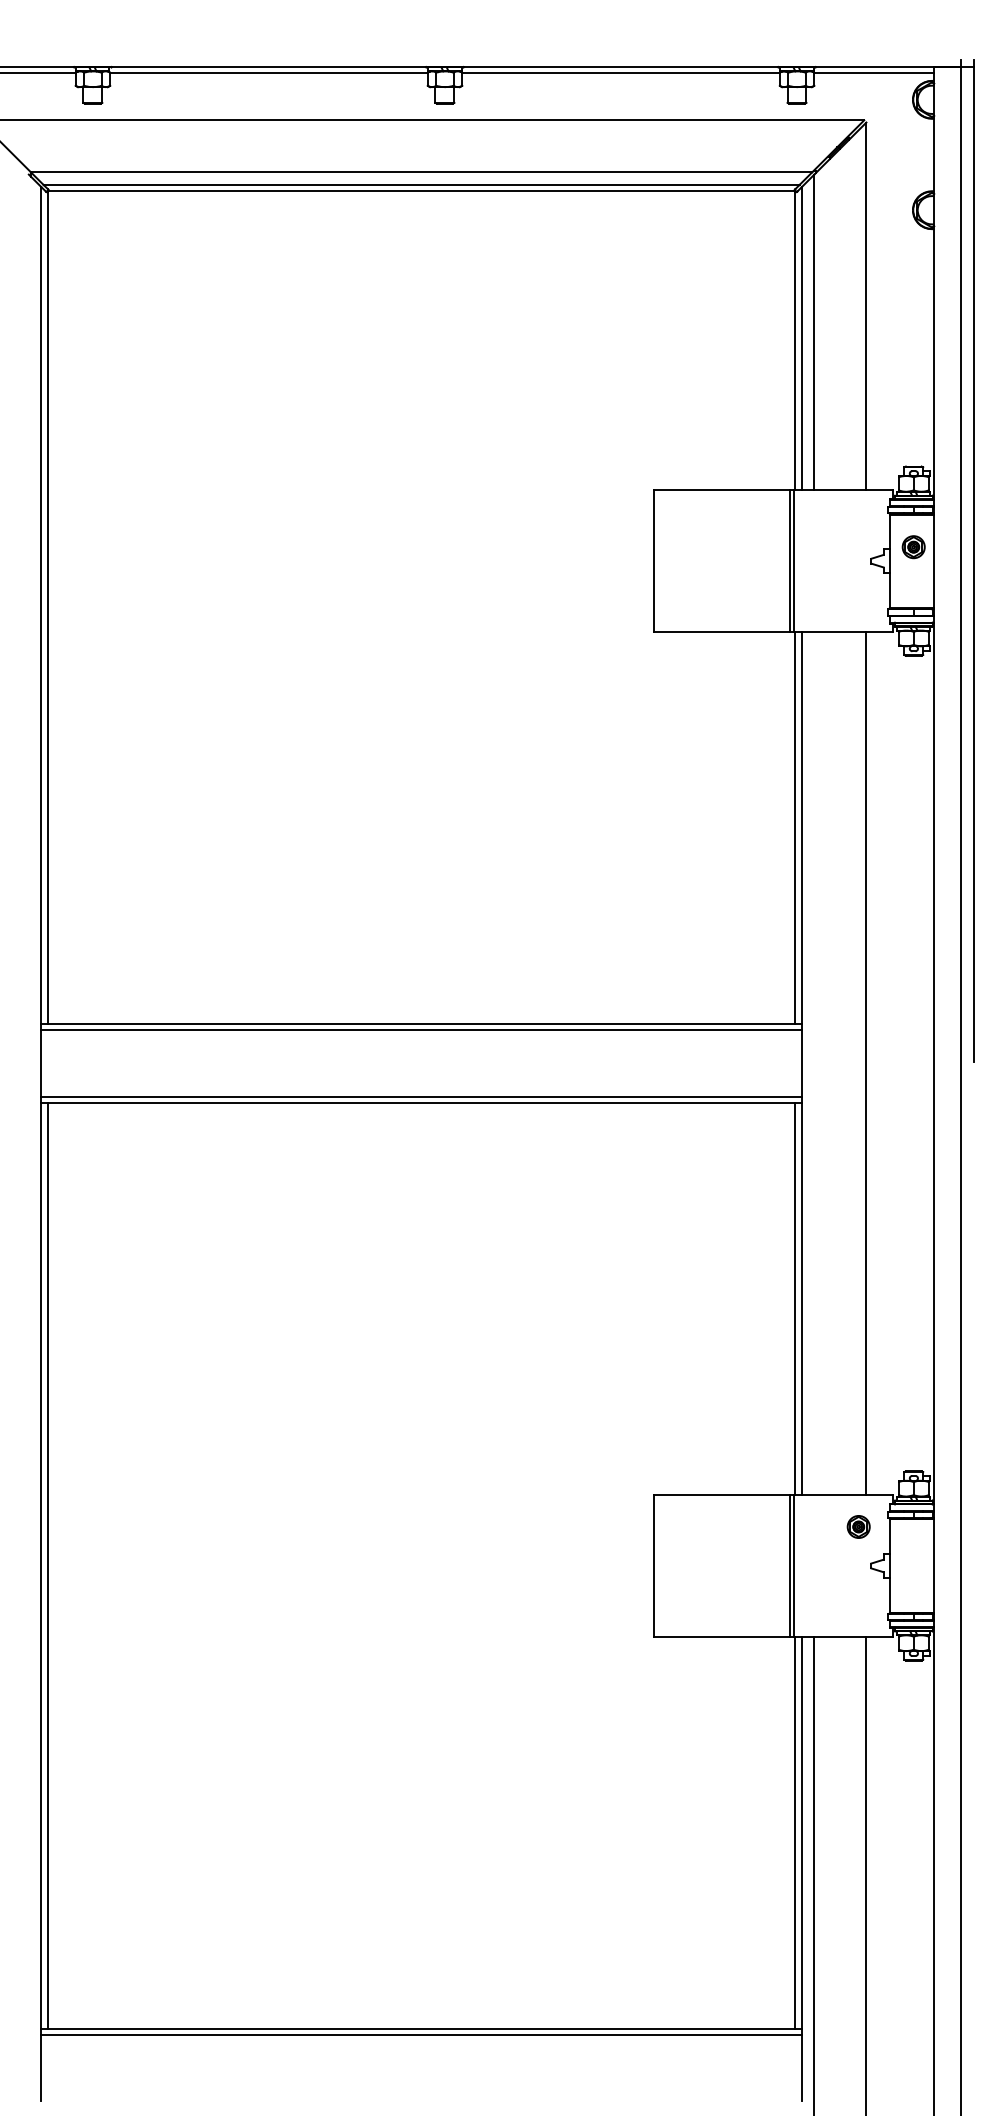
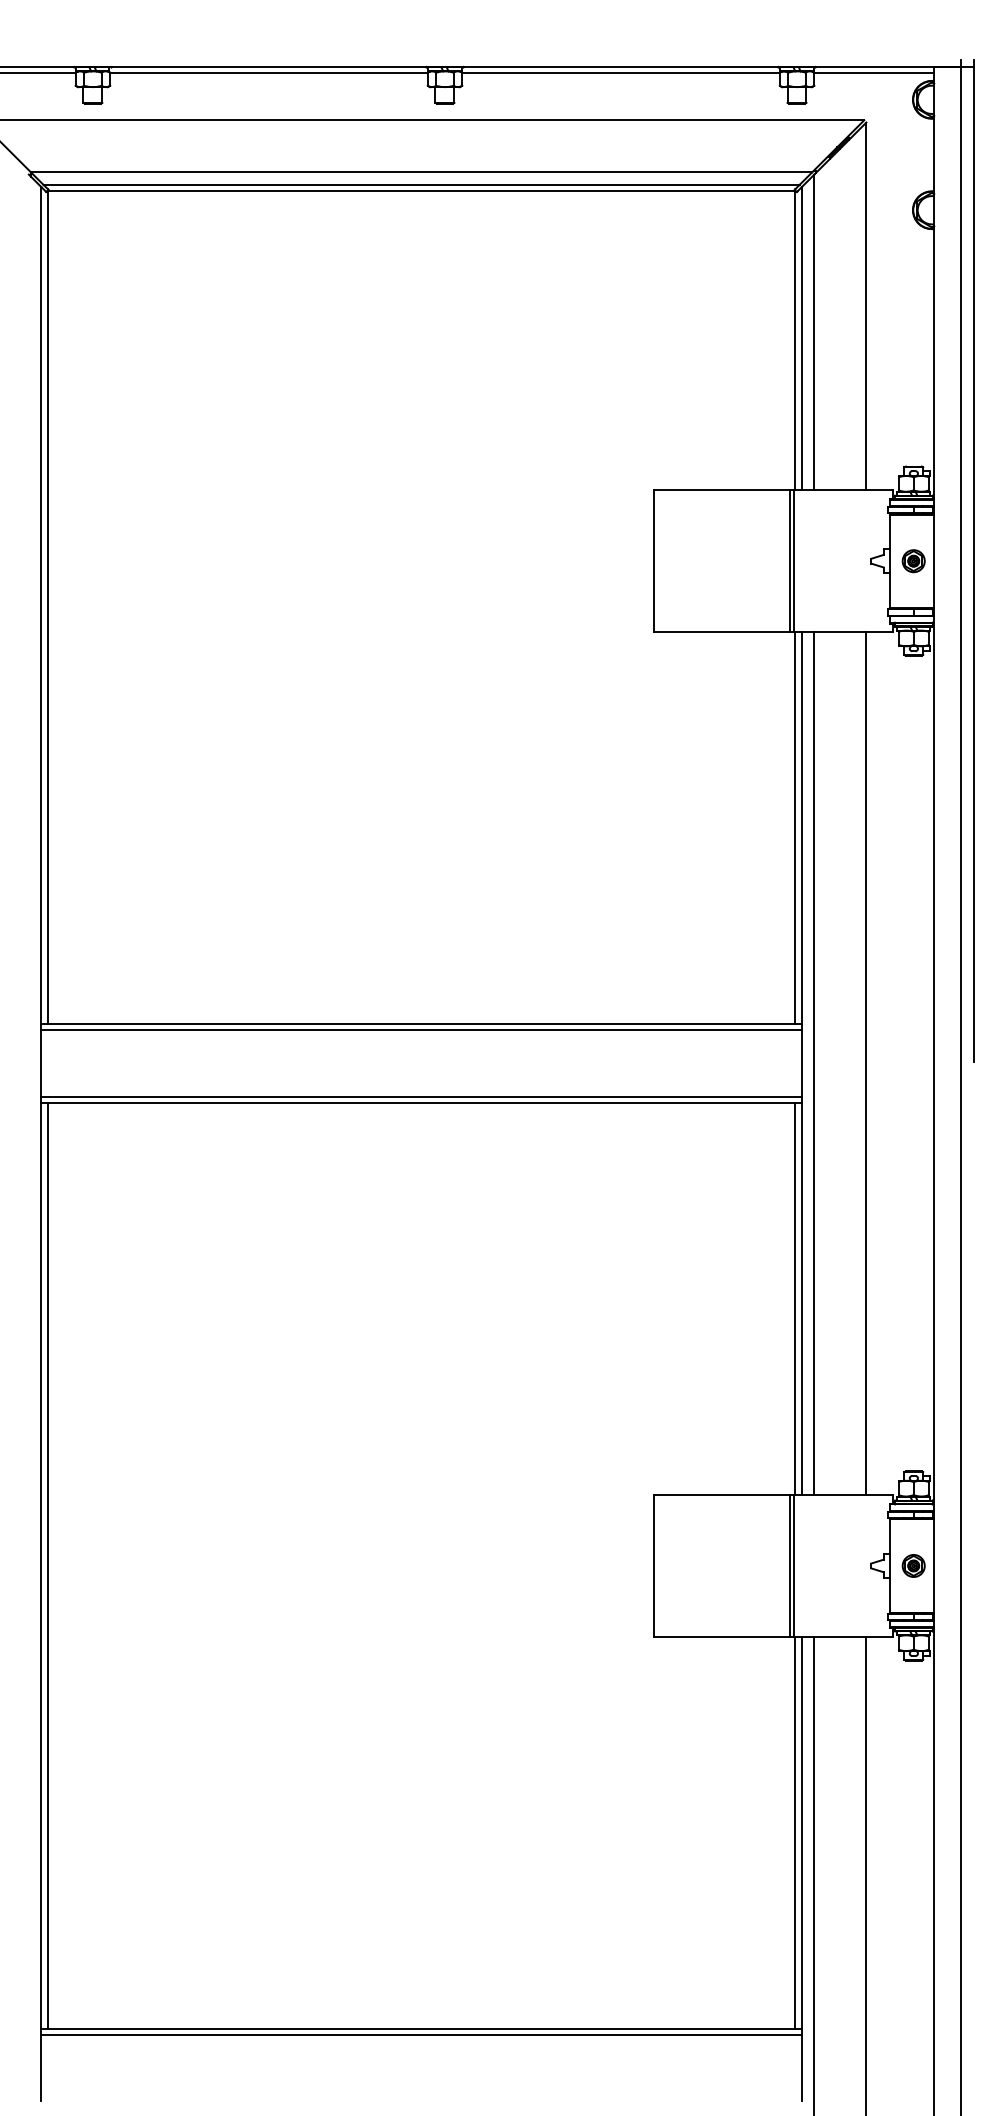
part at (913, 547) position: (913, 547) -> (913, 561)
line at (814, 1063): none -> present
part at (858, 1526) position: (858, 1526) -> (913, 1565)
